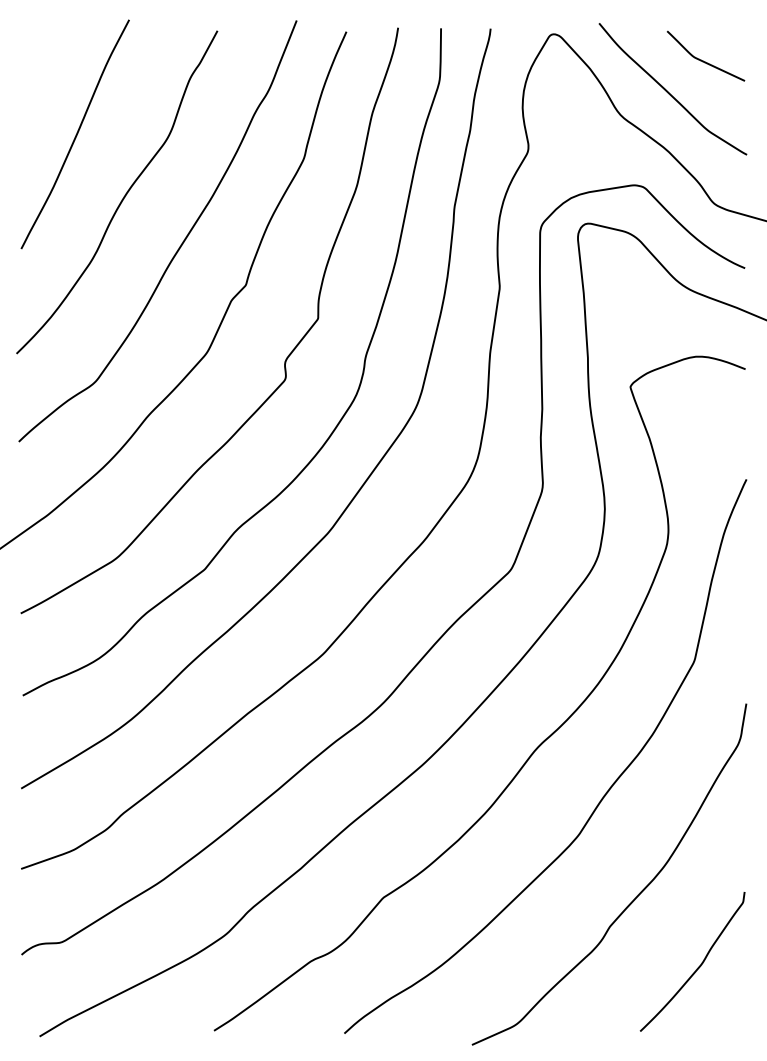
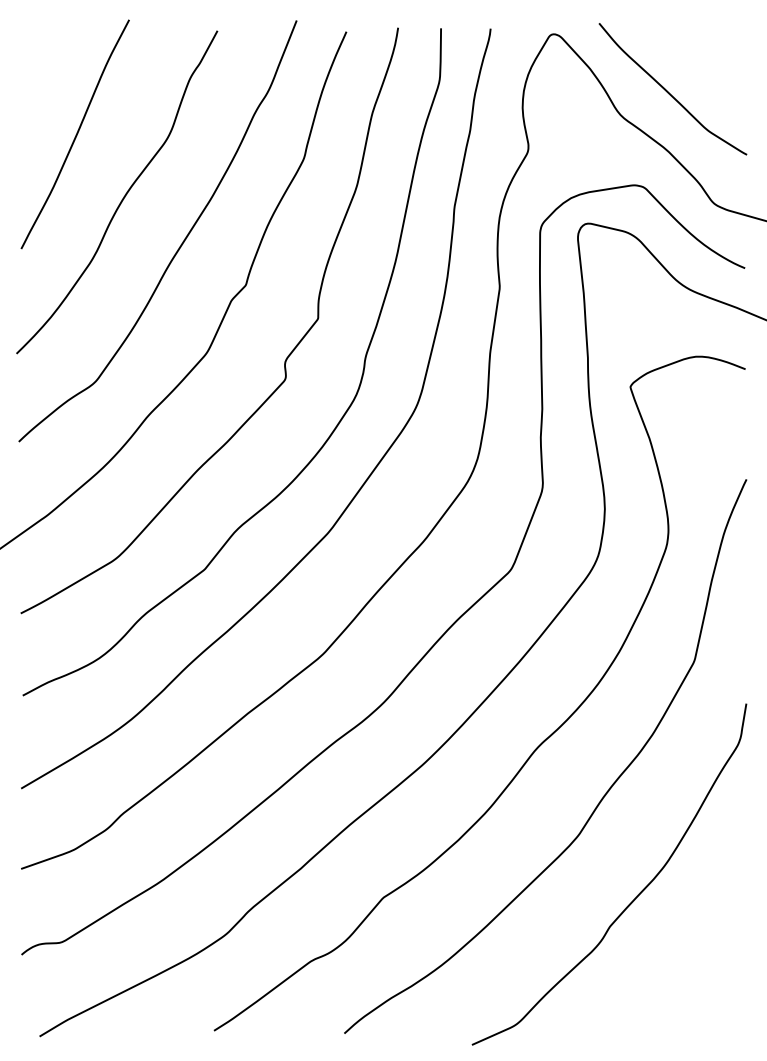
curve at (703, 60): present -> none
curve at (698, 966): present -> none
